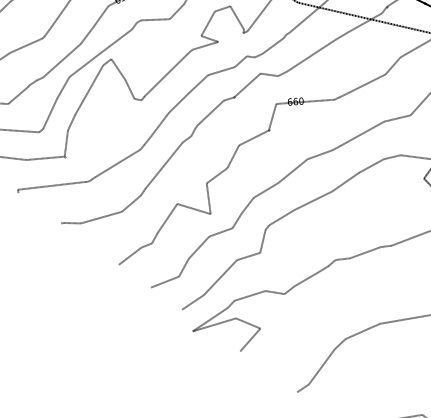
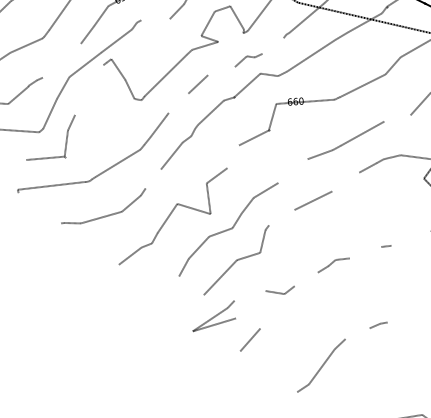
line at (155, 19): present -> none
line at (272, 45): present -> none
line at (61, 60): present -> none
line at (221, 71): present -> none
line at (89, 90): present -> none
line at (178, 103): present -> none
line at (397, 118): present -> none
line at (233, 156): present -> none
line at (14, 158): present -> none
line at (292, 171): present -> none
line at (153, 178): present -> none
line at (345, 181): present -> none
line at (281, 217): present -> none
line at (409, 238): present -> none
line at (365, 252): present -> none
line at (305, 279): present -> none
line at (164, 281): present -> none
line at (249, 295): present -> none
line at (192, 302): present -> none
line at (407, 318): present -> none
line at (248, 323): present -> none
line at (357, 333): present -> none
